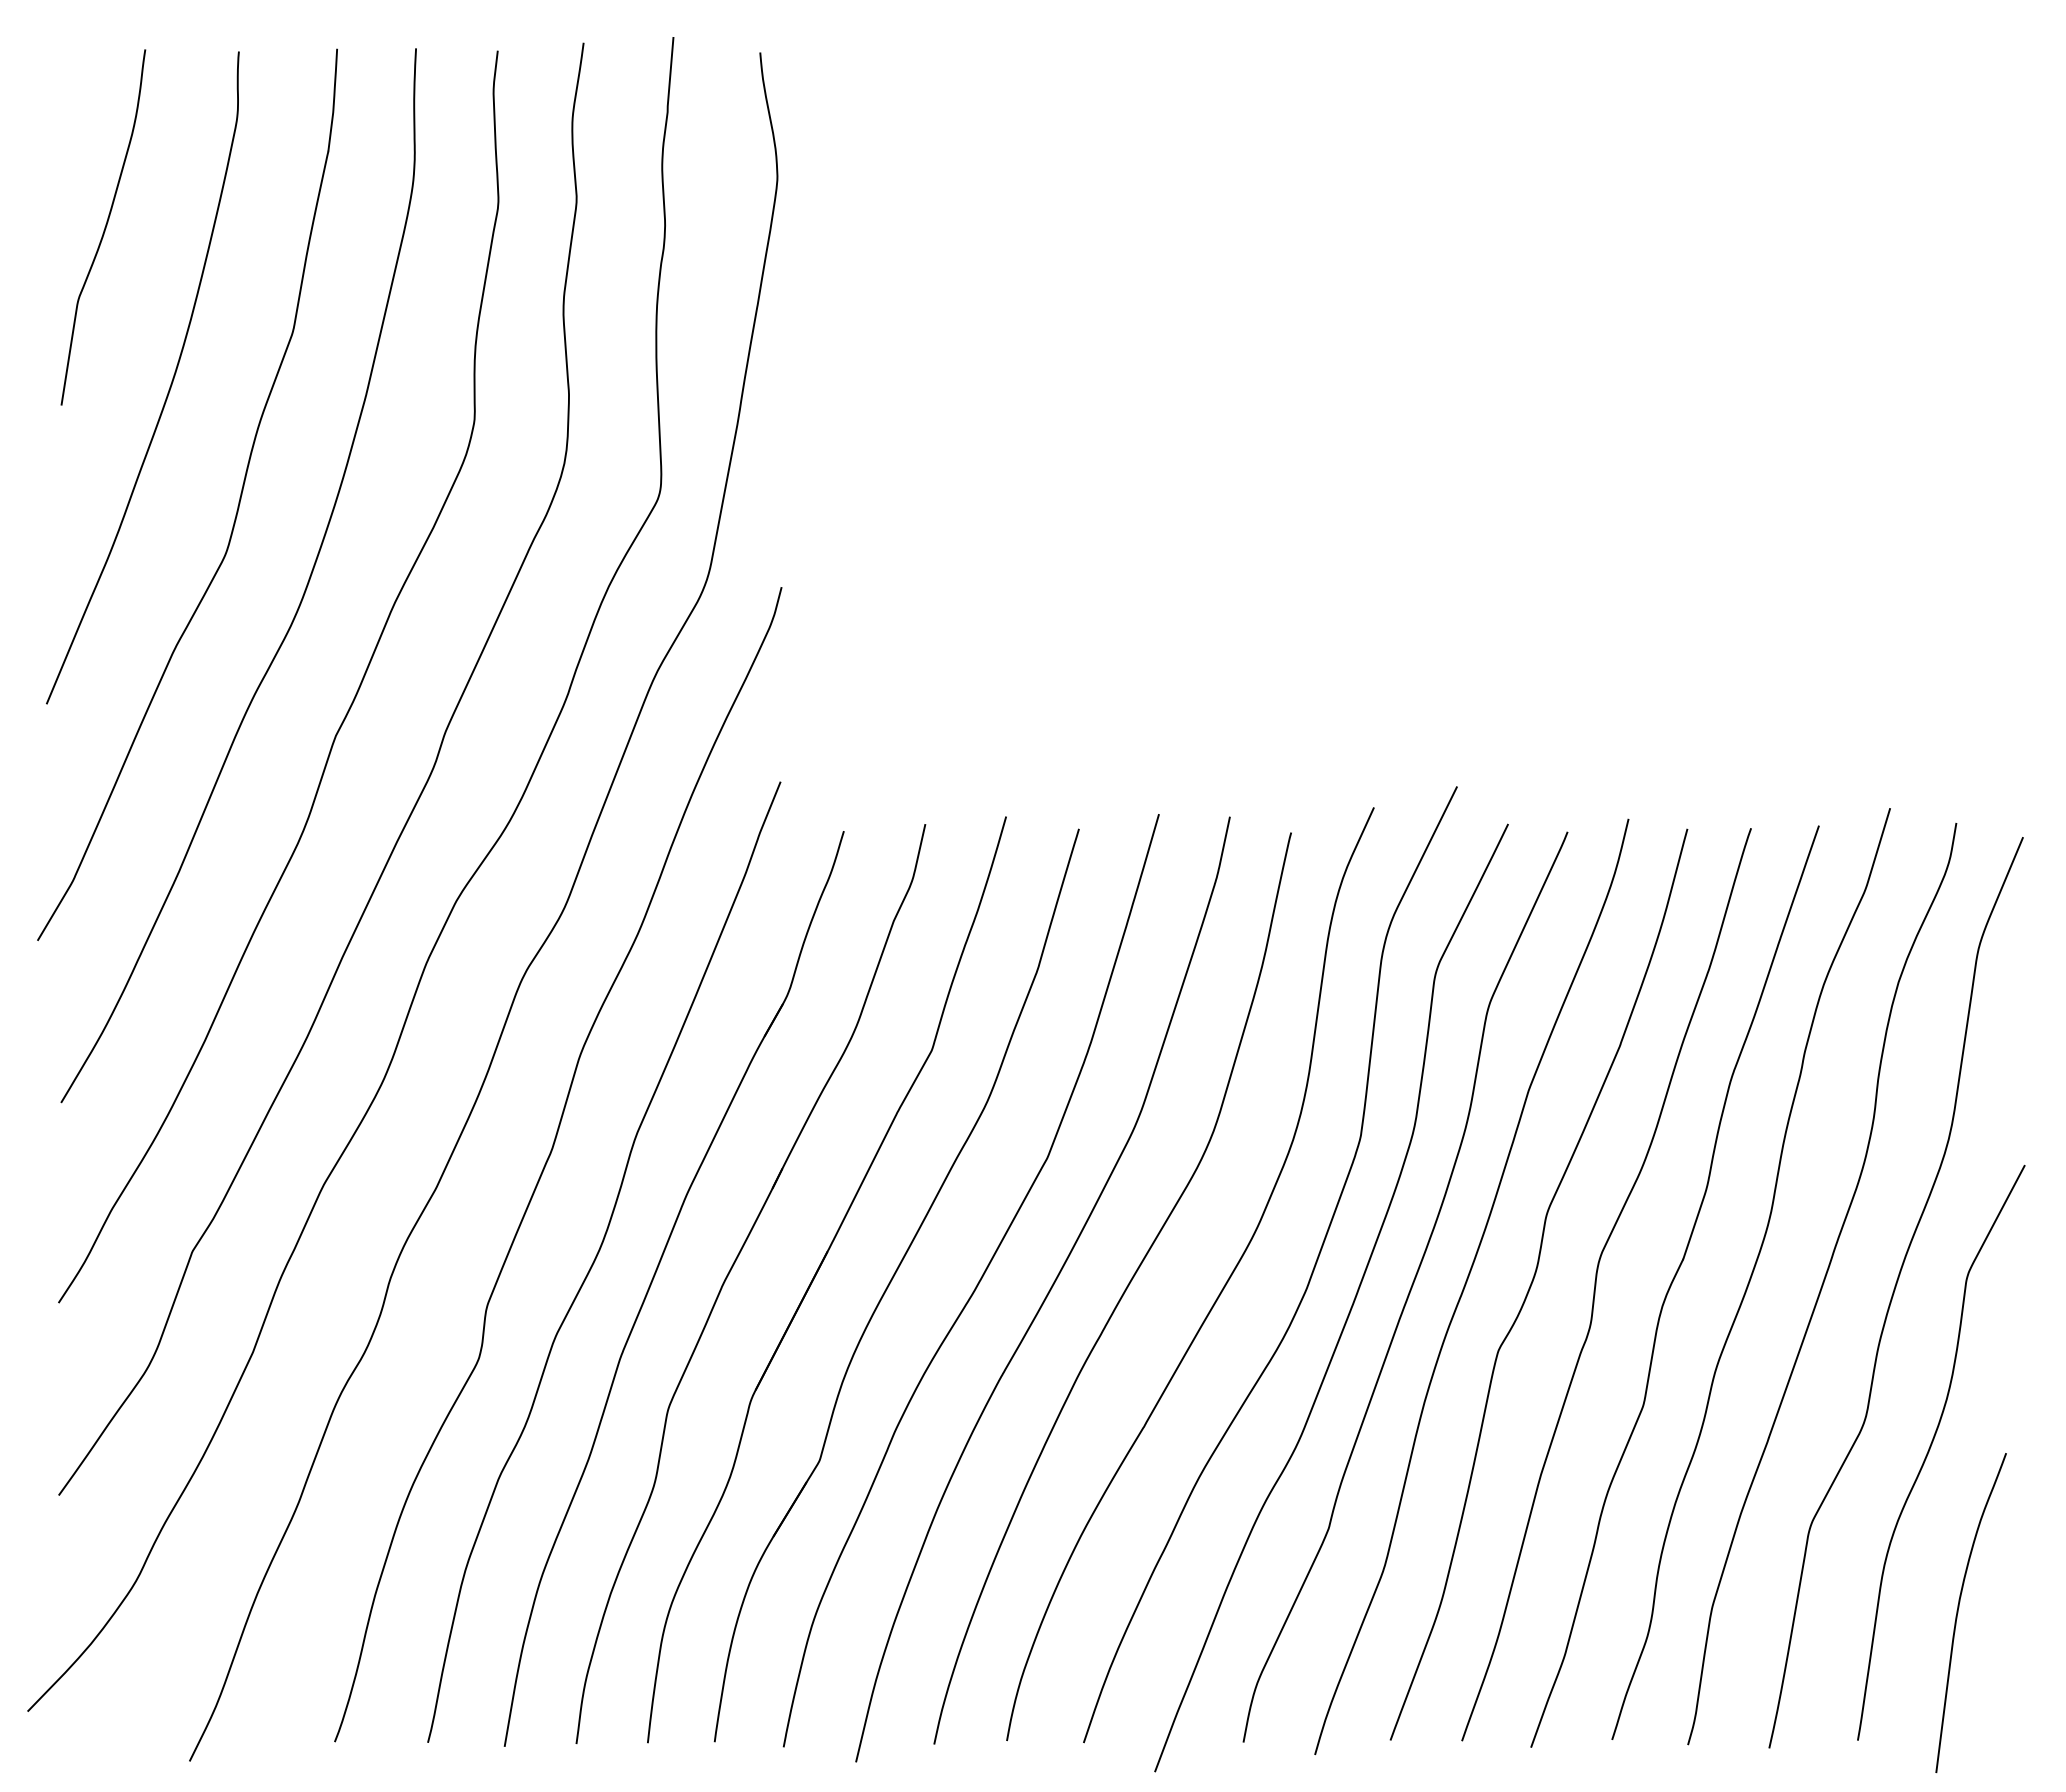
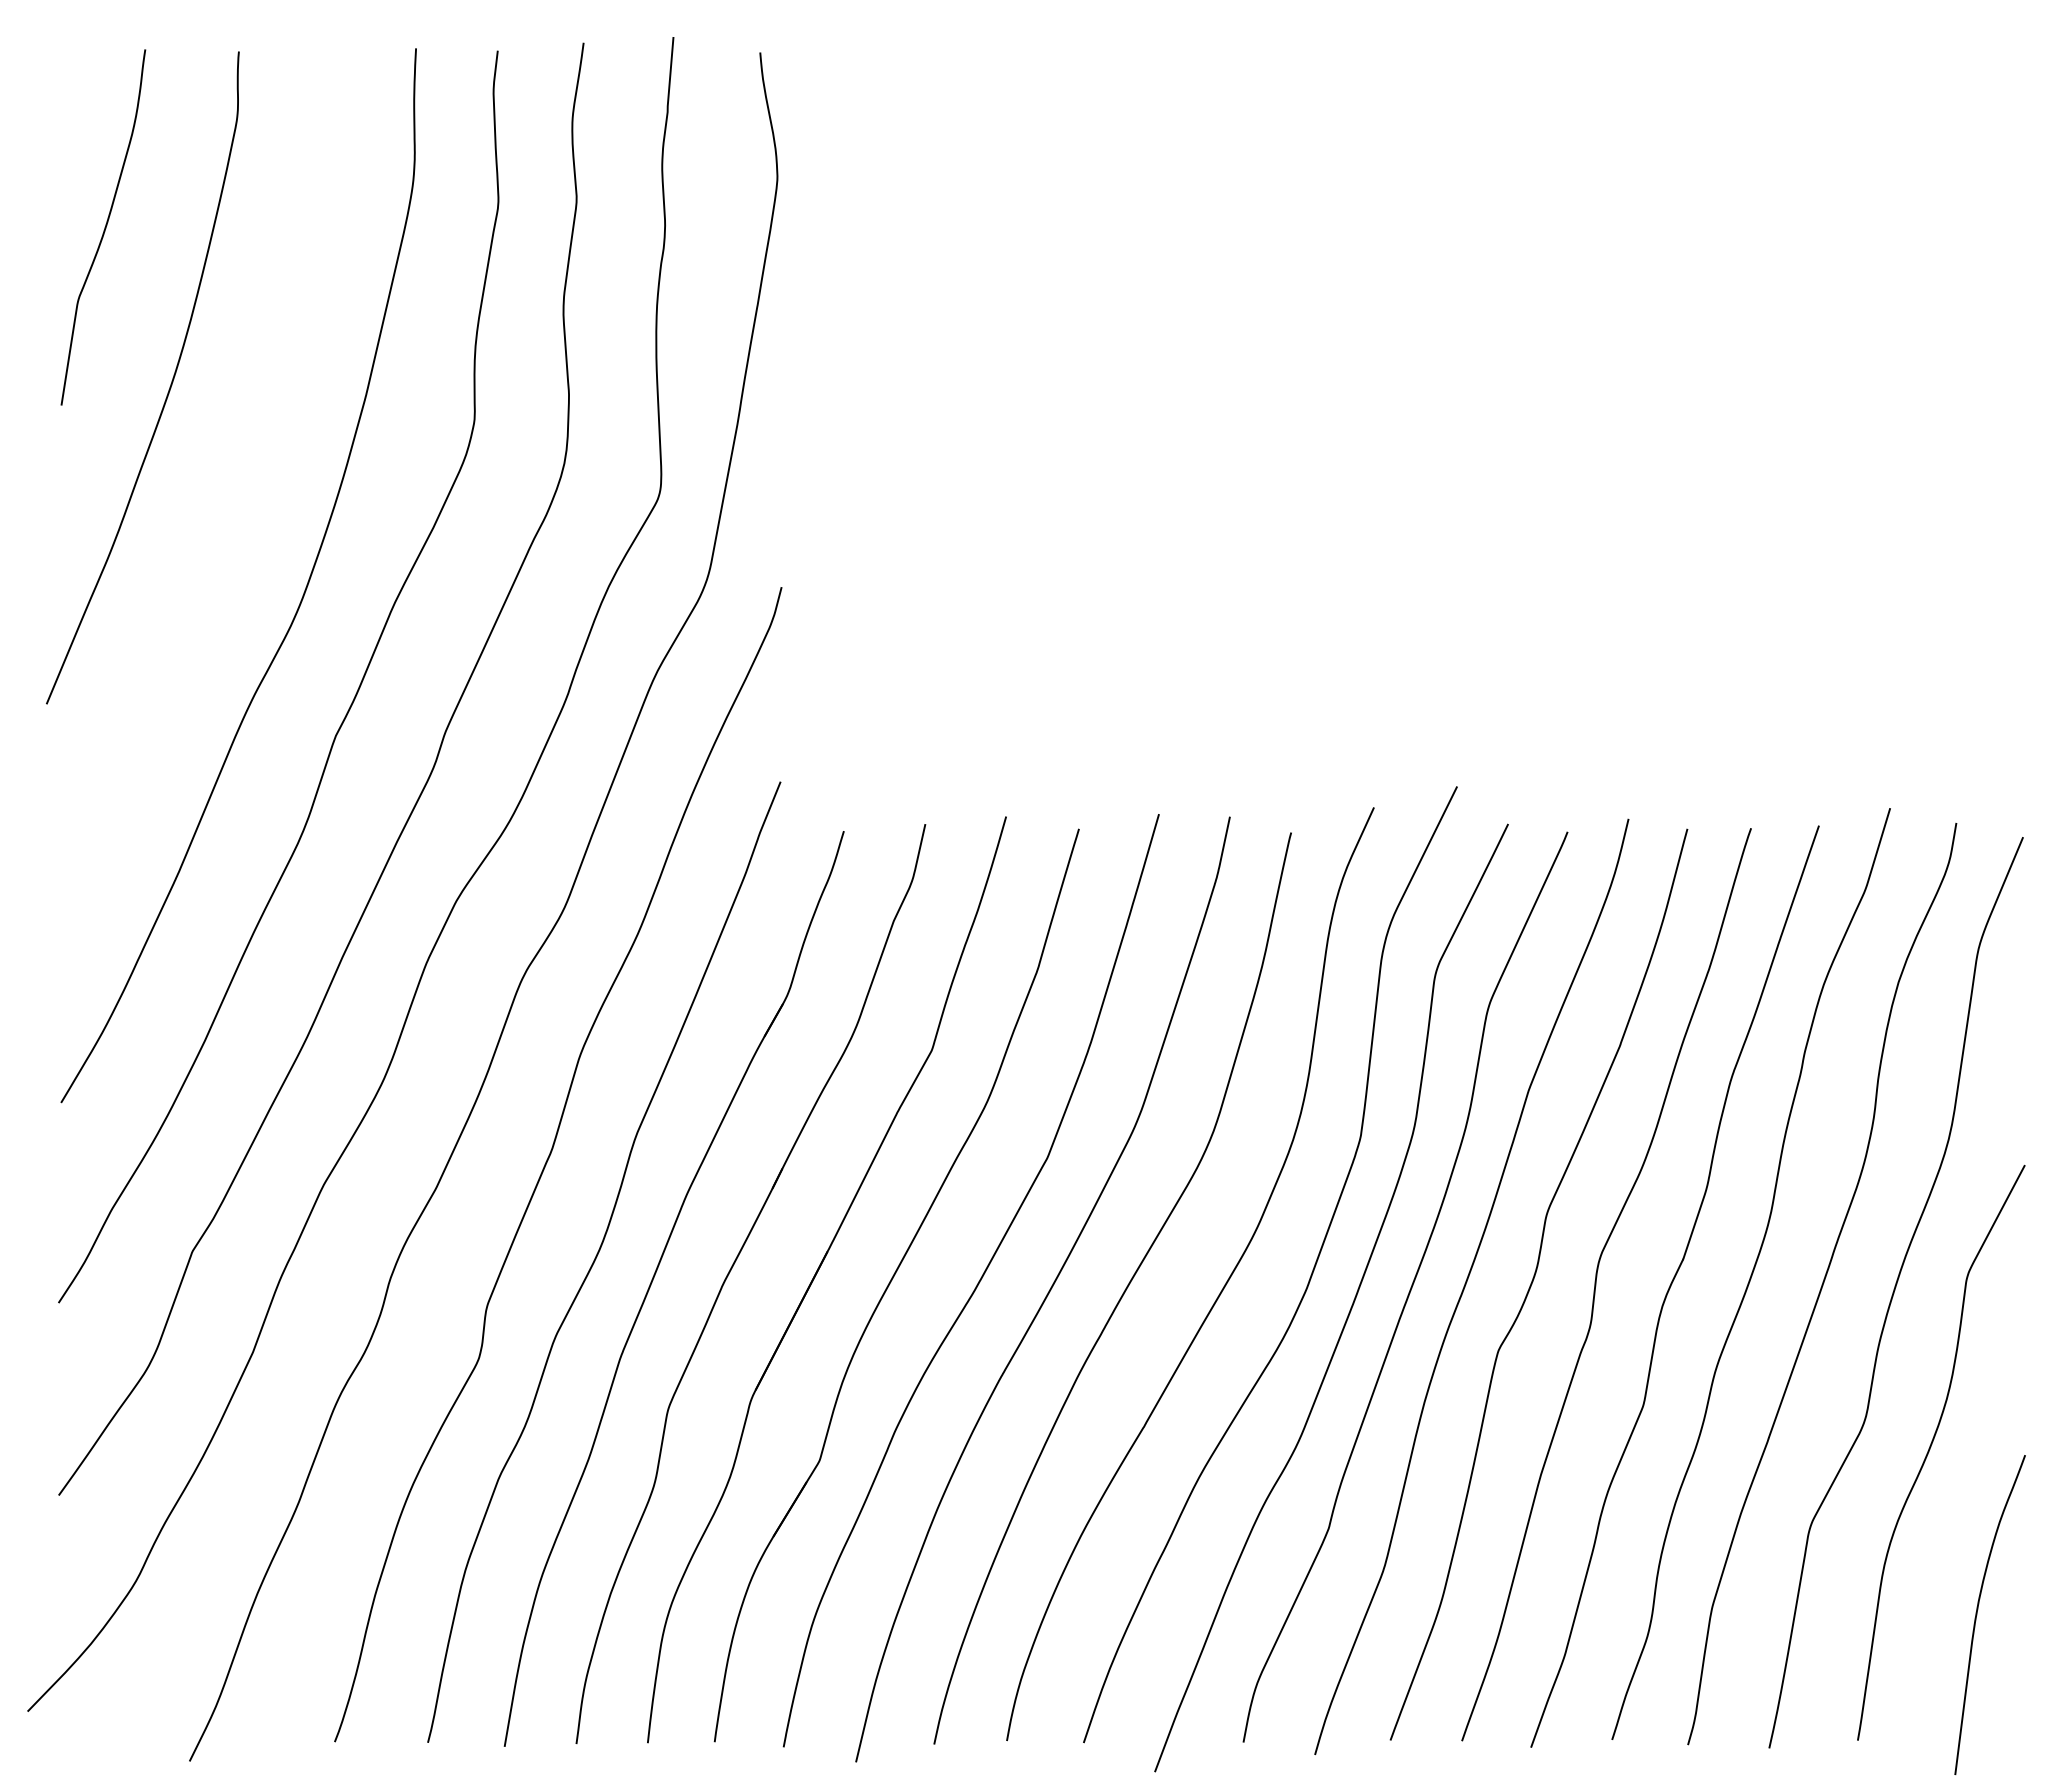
curve at (237, 506): present -> none
curve at (1958, 1613) position: (1958, 1613) -> (1977, 1615)
